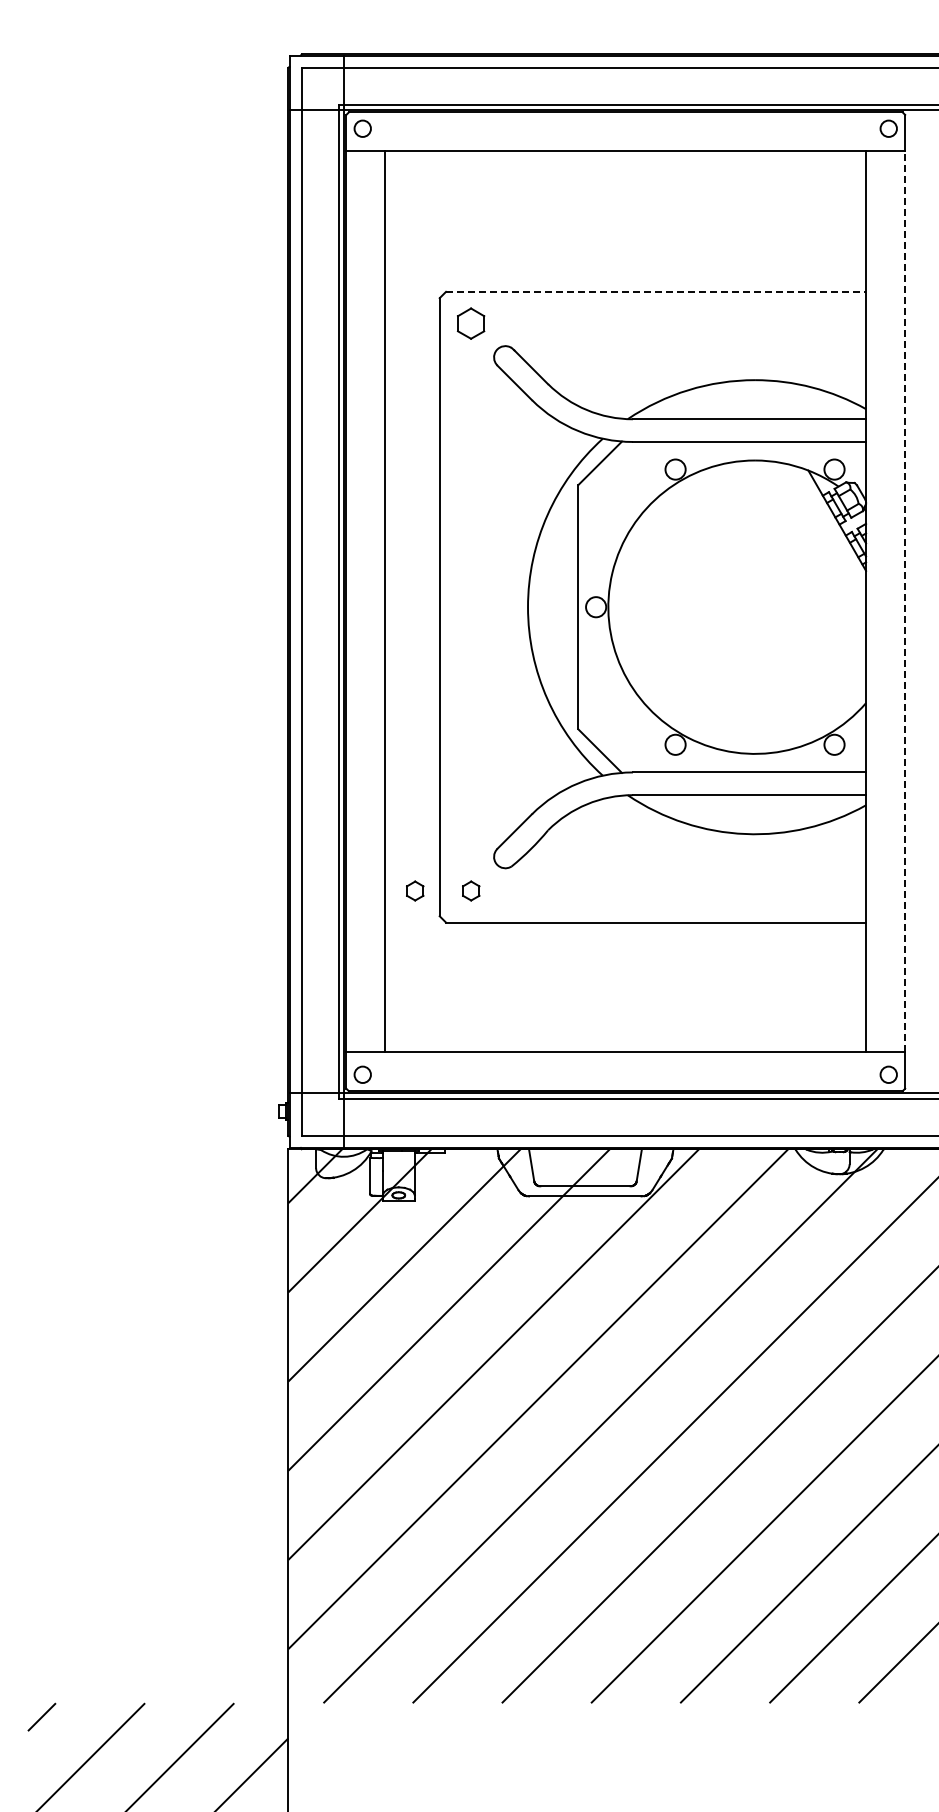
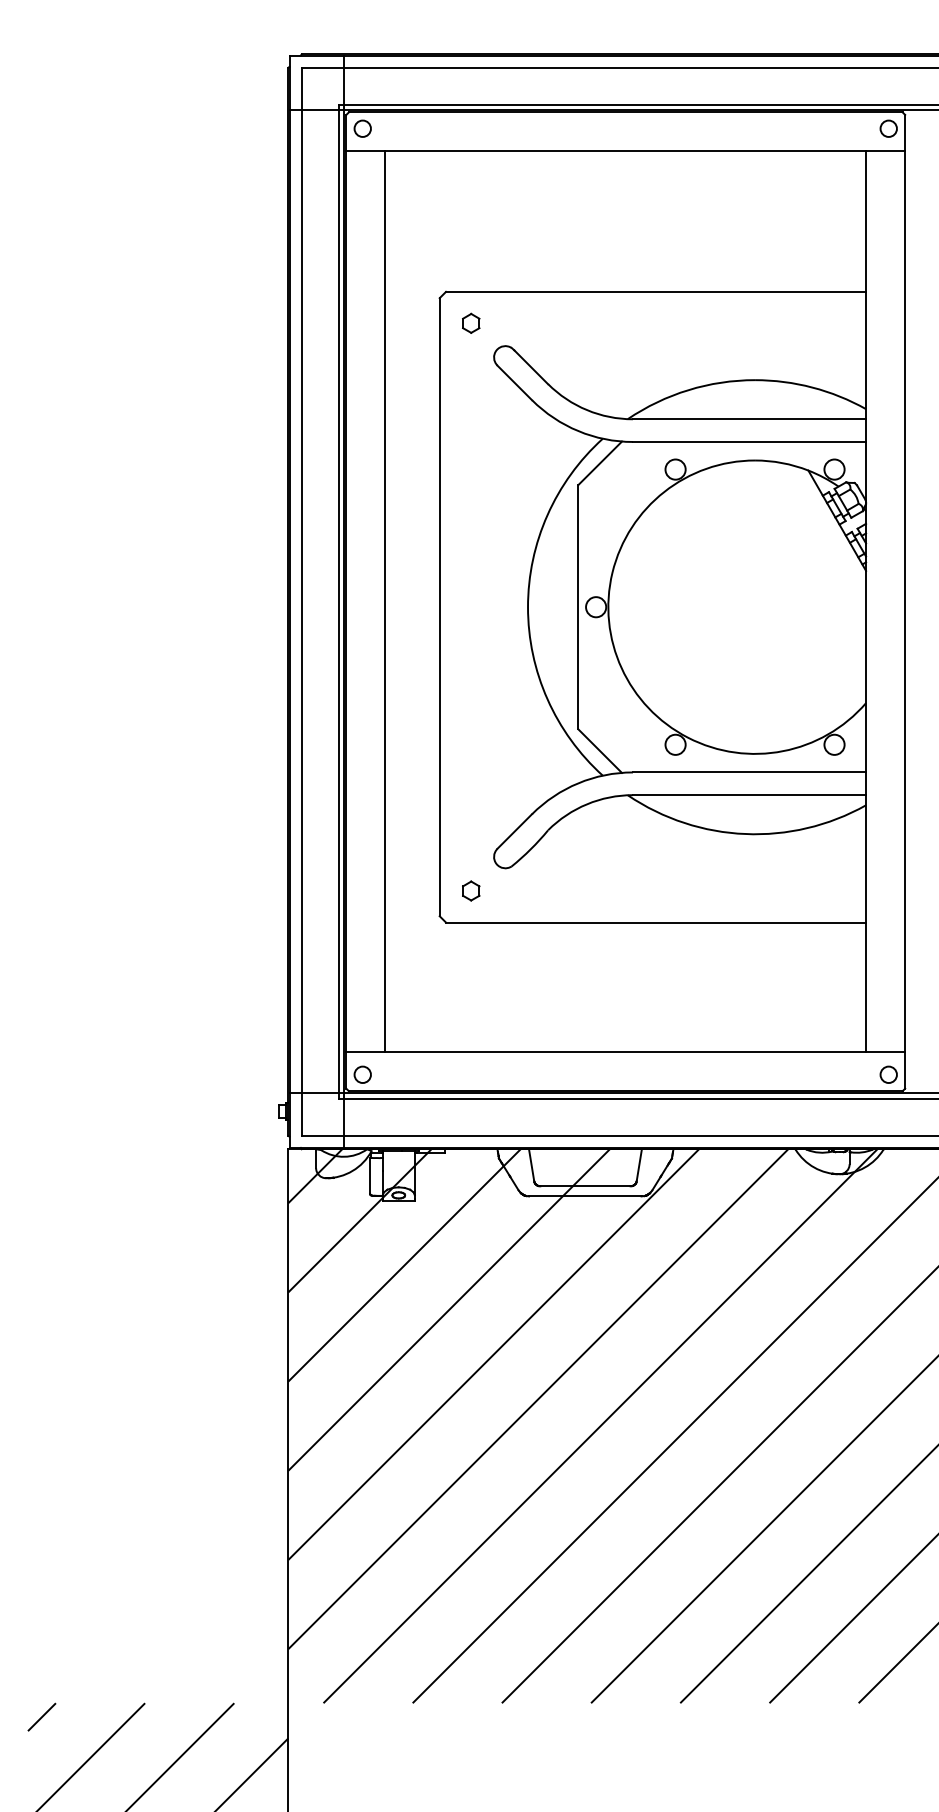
line at (656, 291): dashed -> solid
part at (471, 323) size: 29x33 px -> 19x22 px
line at (905, 601): dashed -> solid
part at (415, 890): present -> none
